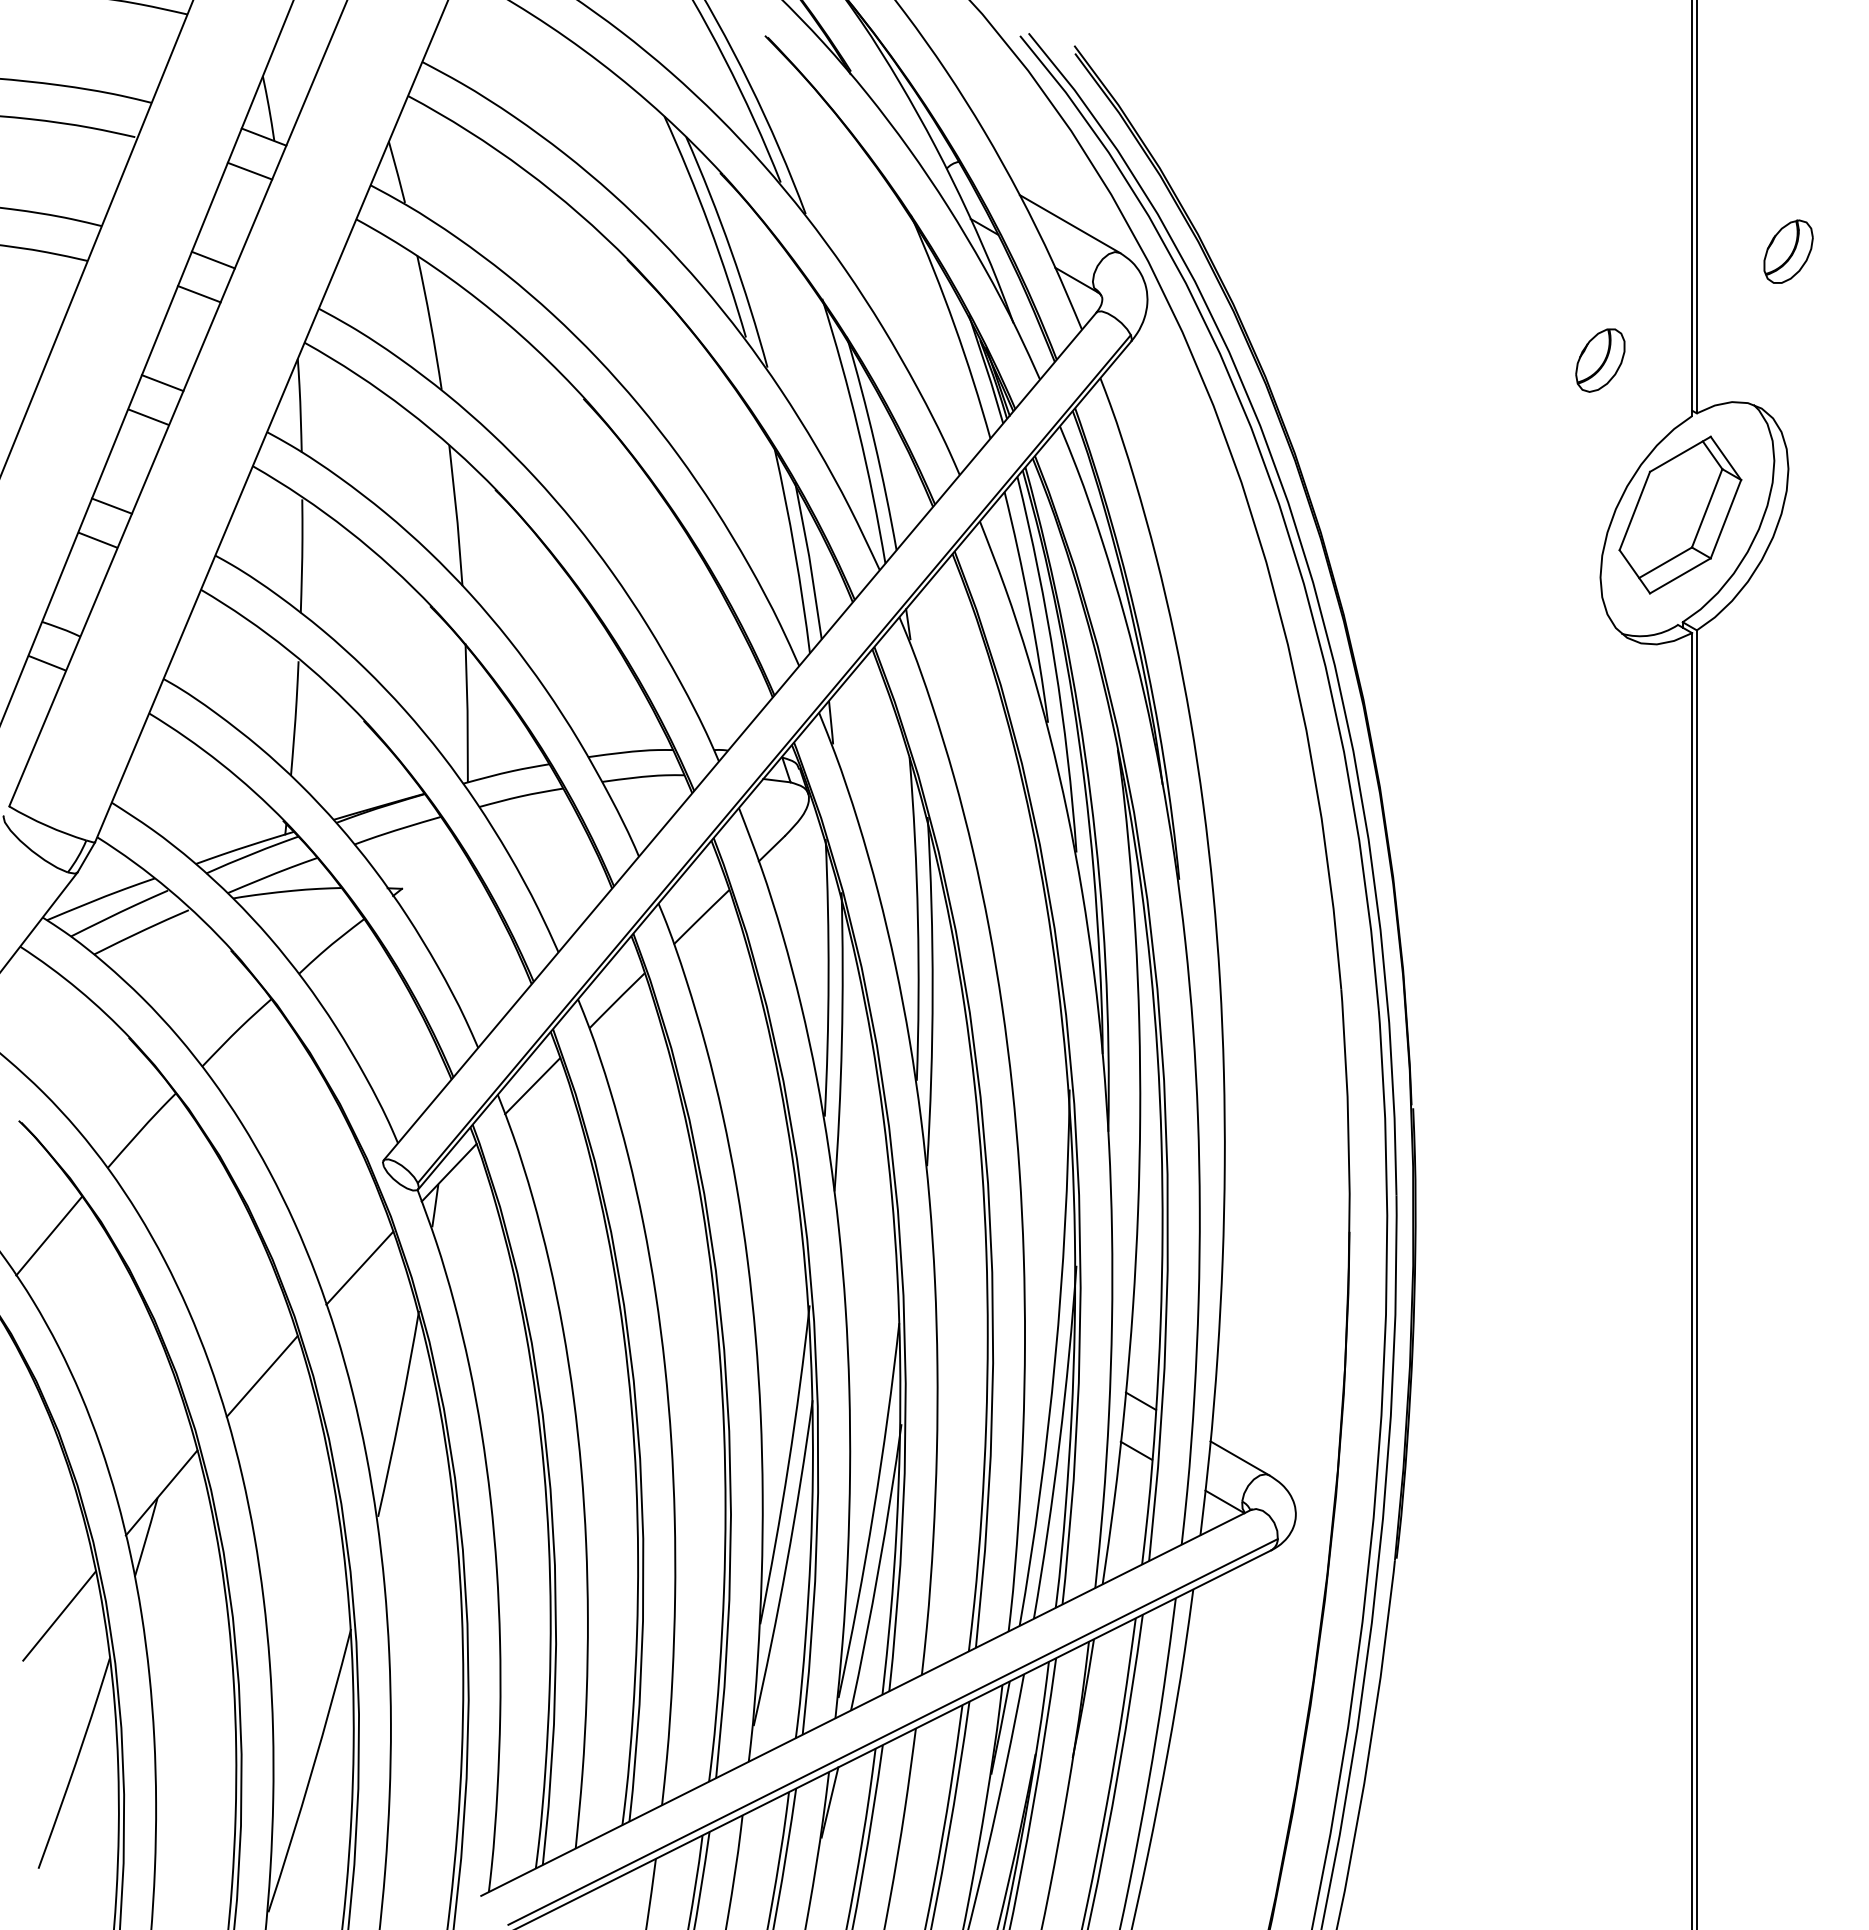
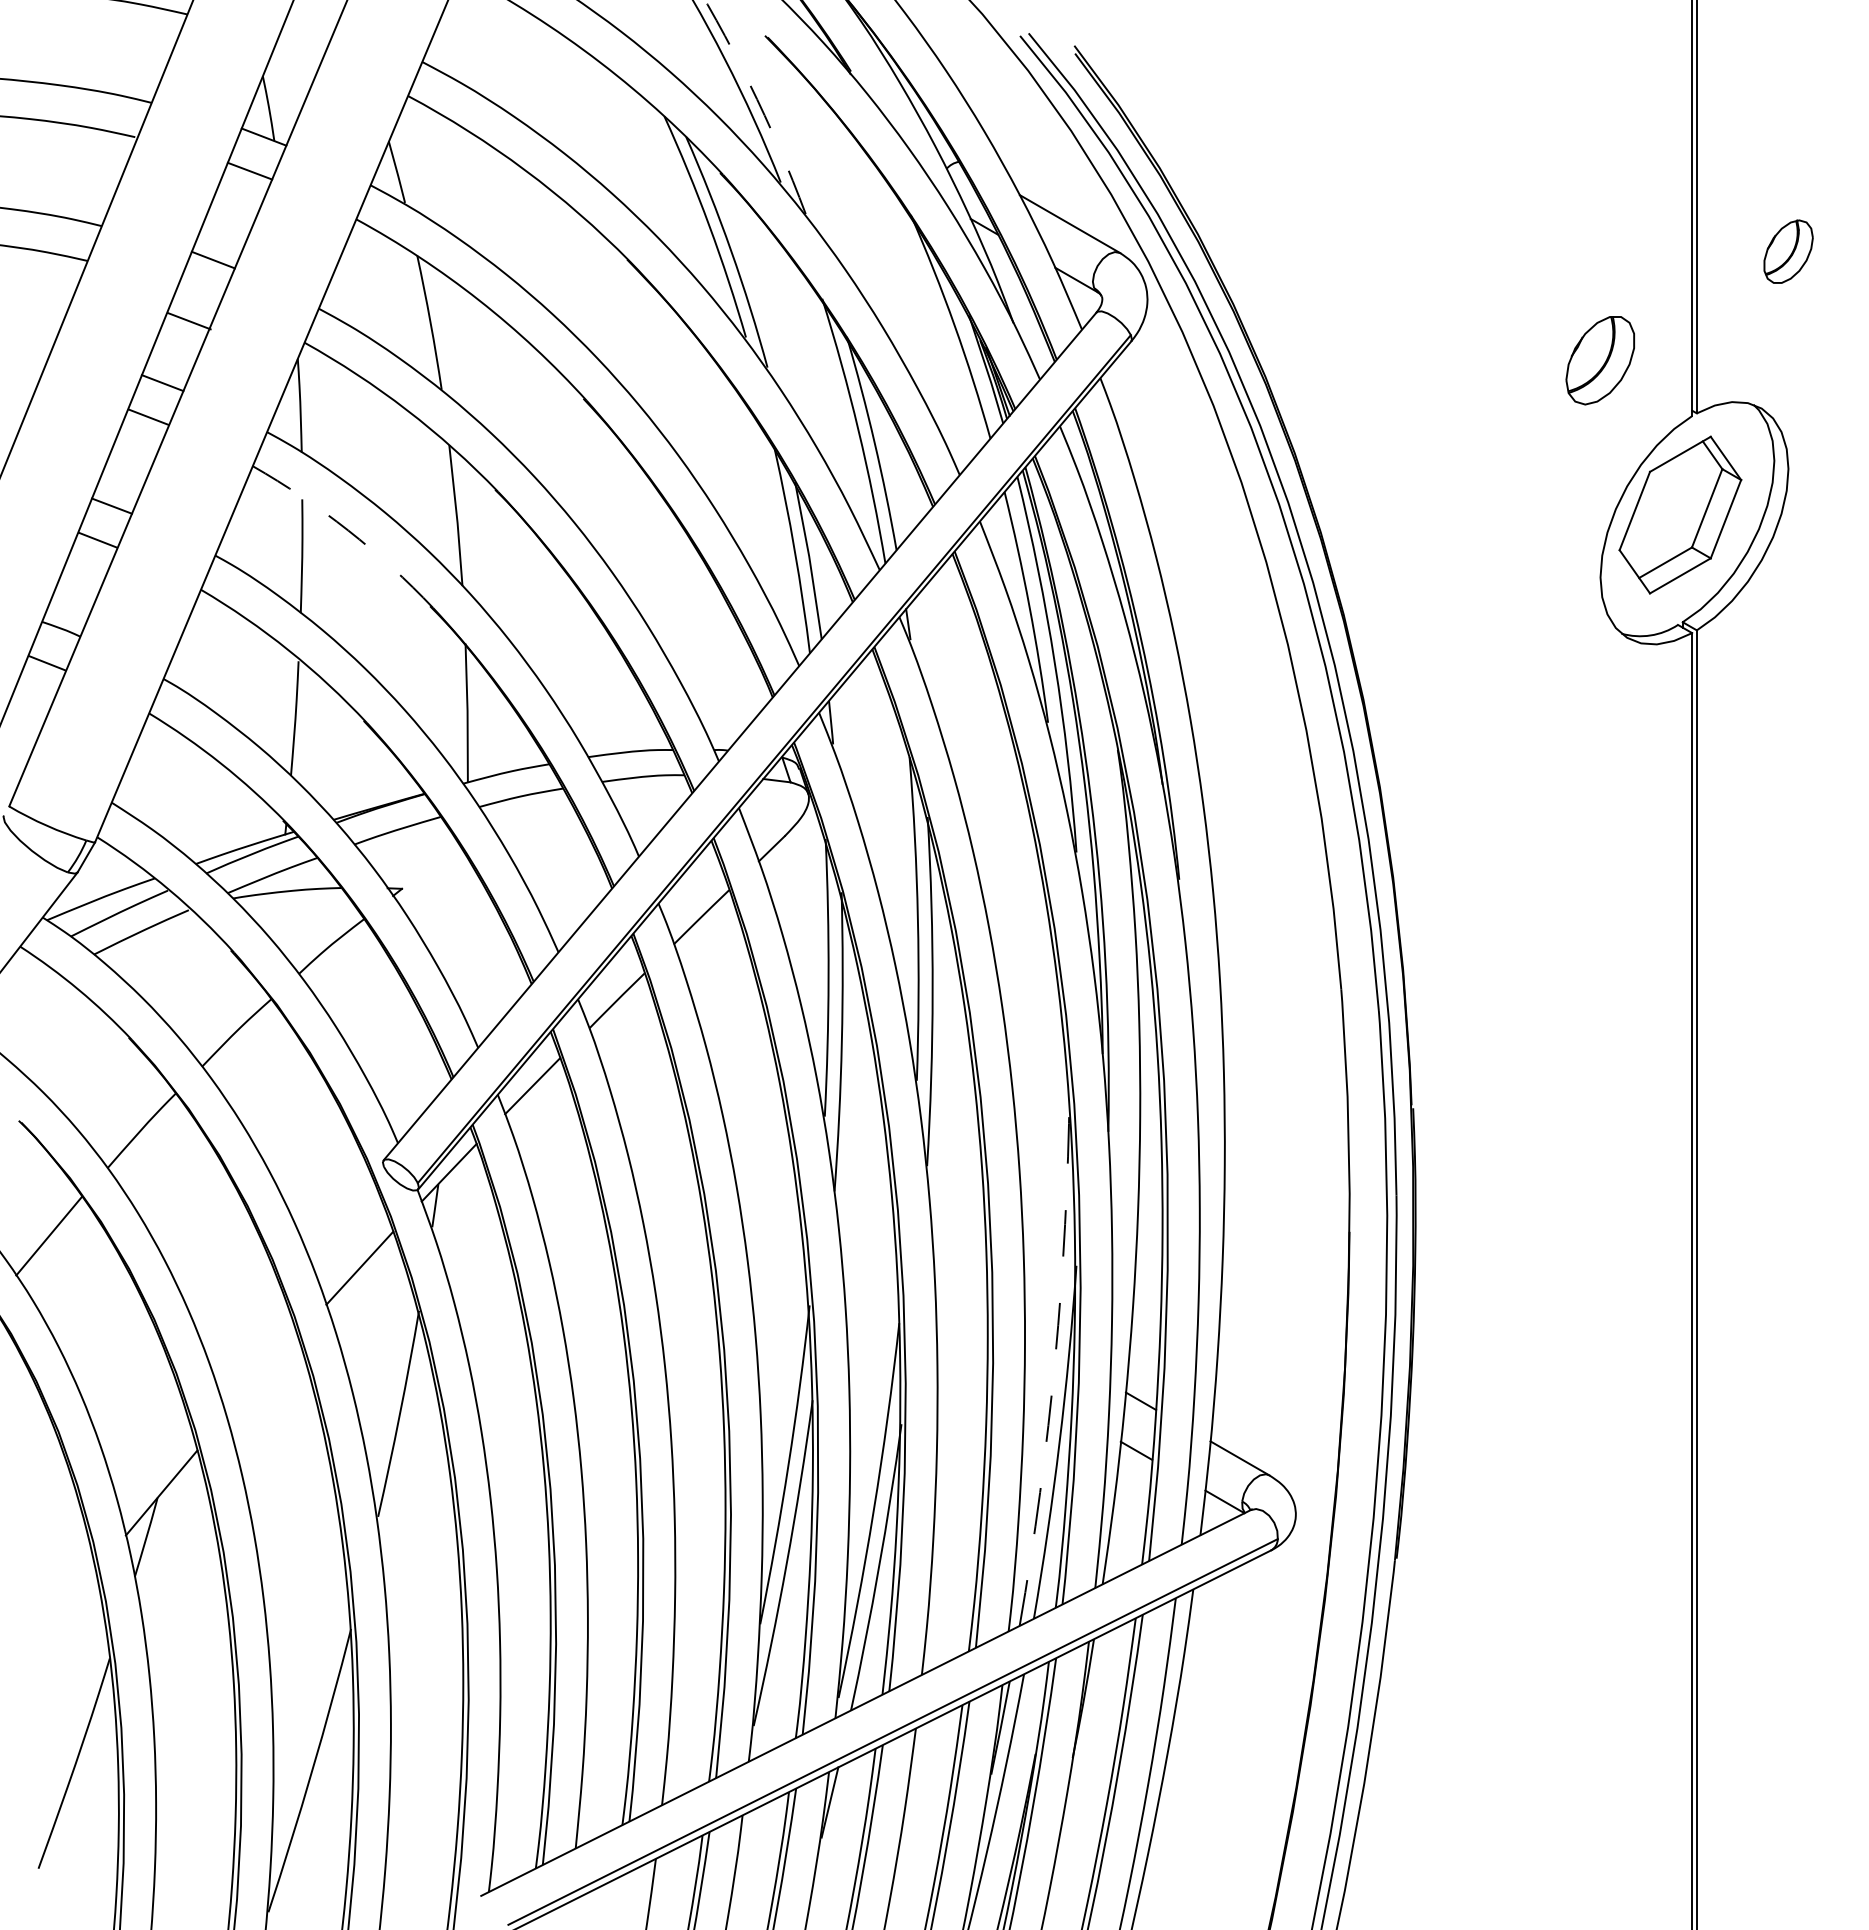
arc at (759, 104): solid -> dashed
line at (198, 294) position: (198, 294) -> (188, 321)
part at (1600, 360) size: 51x65 px -> 70x90 px
arc at (348, 530): solid -> dashed
arc at (1055, 1358): solid -> dashed
line at (261, 1376): present -> none
line at (59, 1615): present -> none
